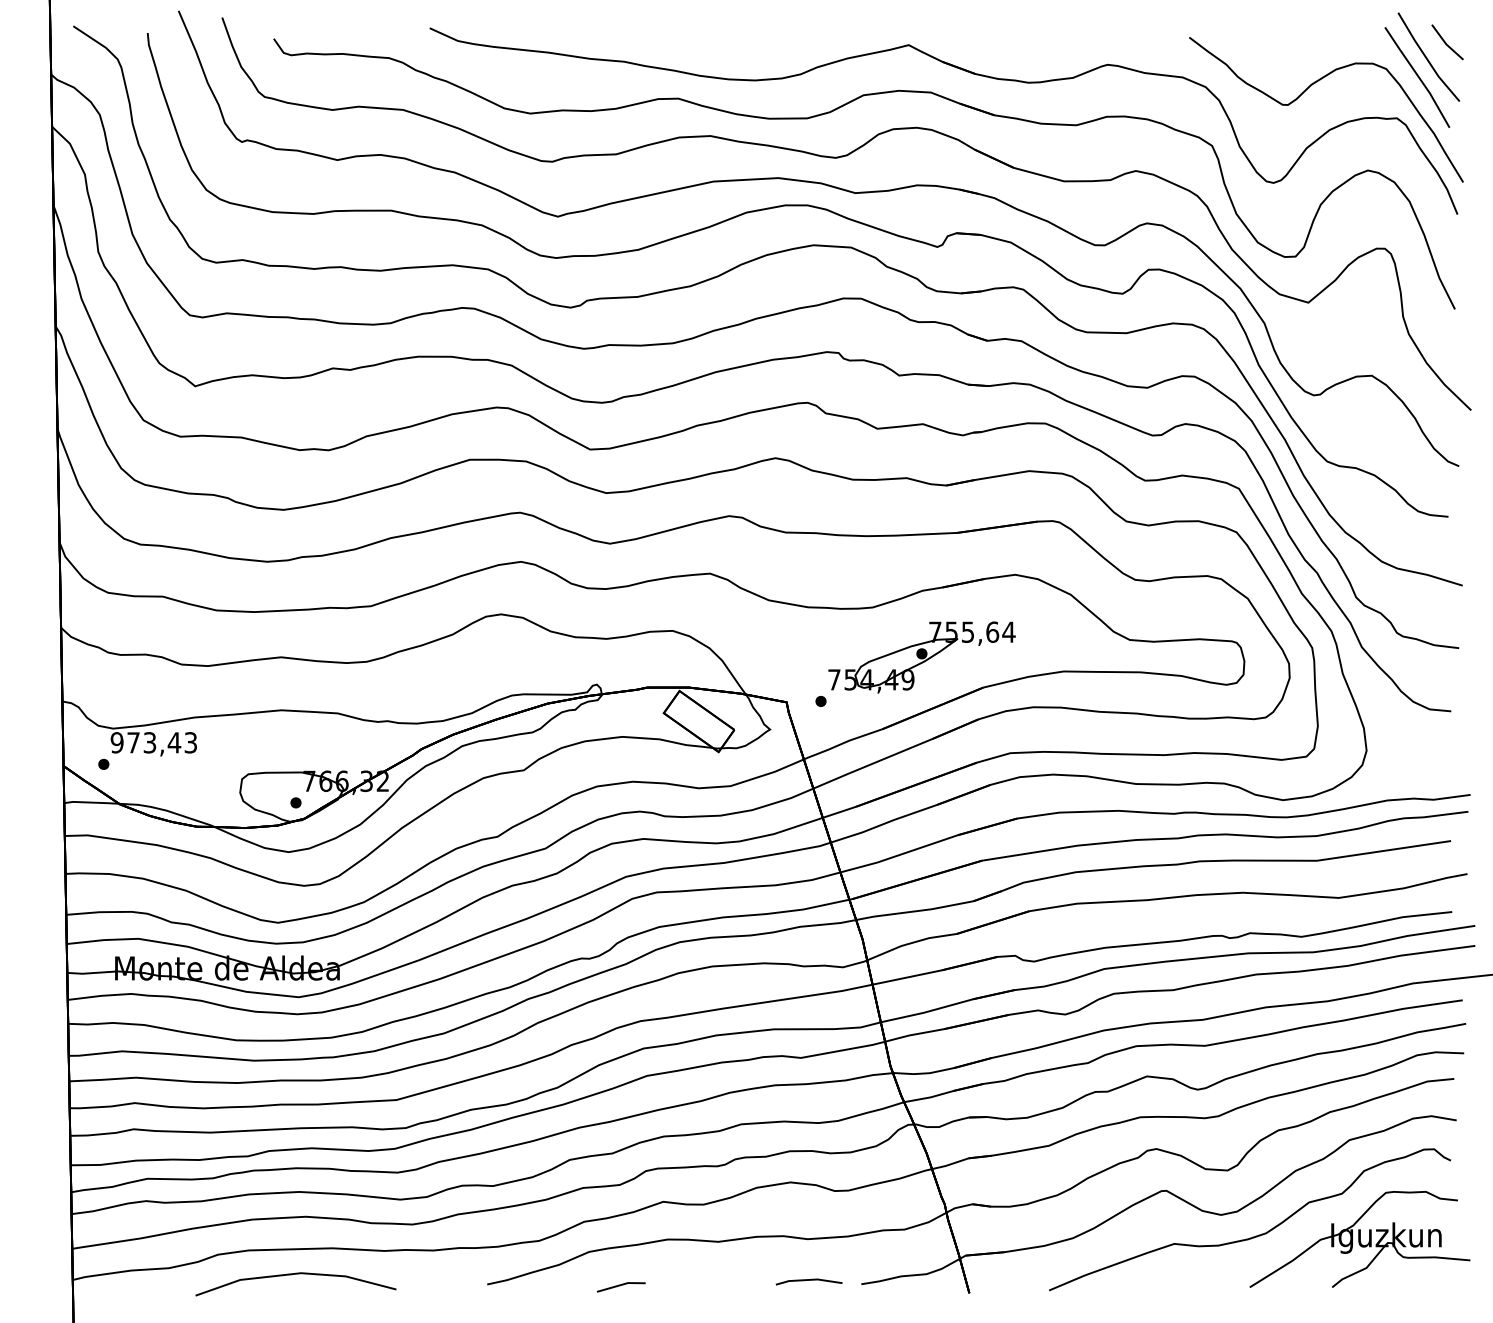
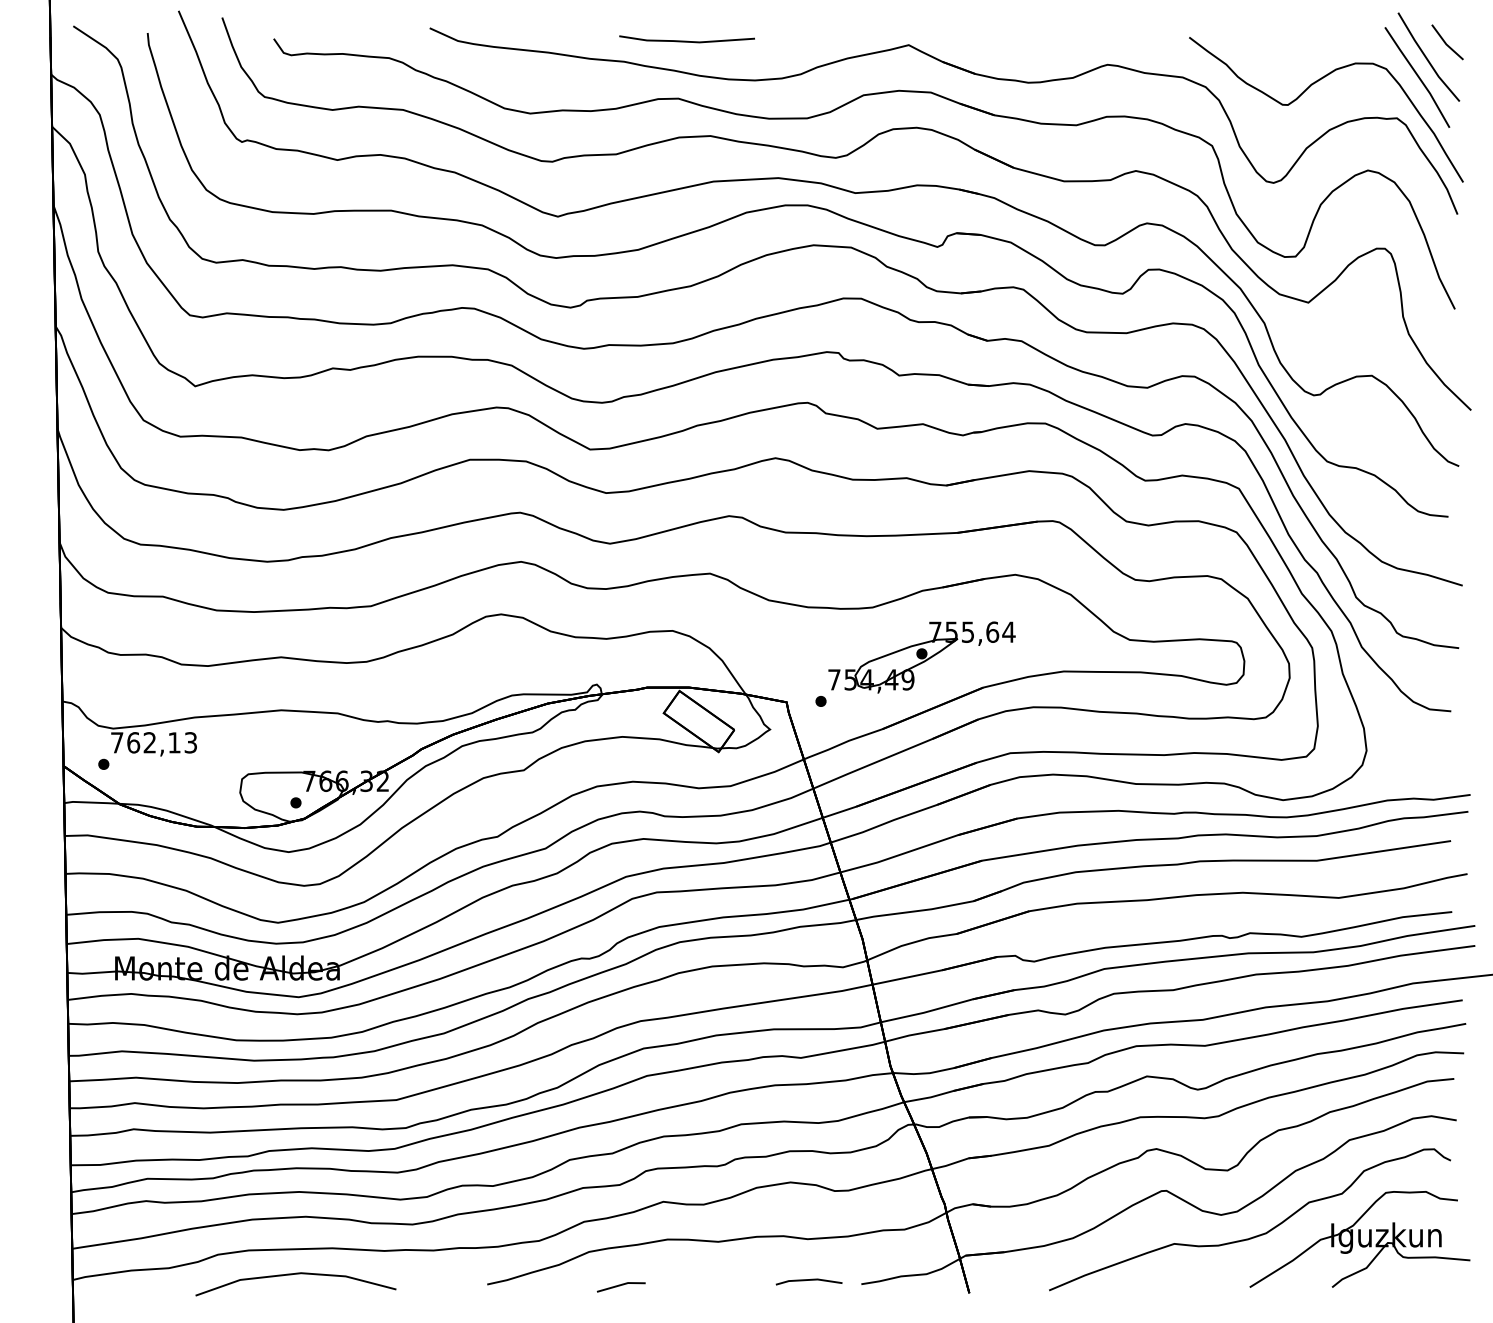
part at (686, 39): none -> present
text at (145, 742): 973,43 -> 762,13
